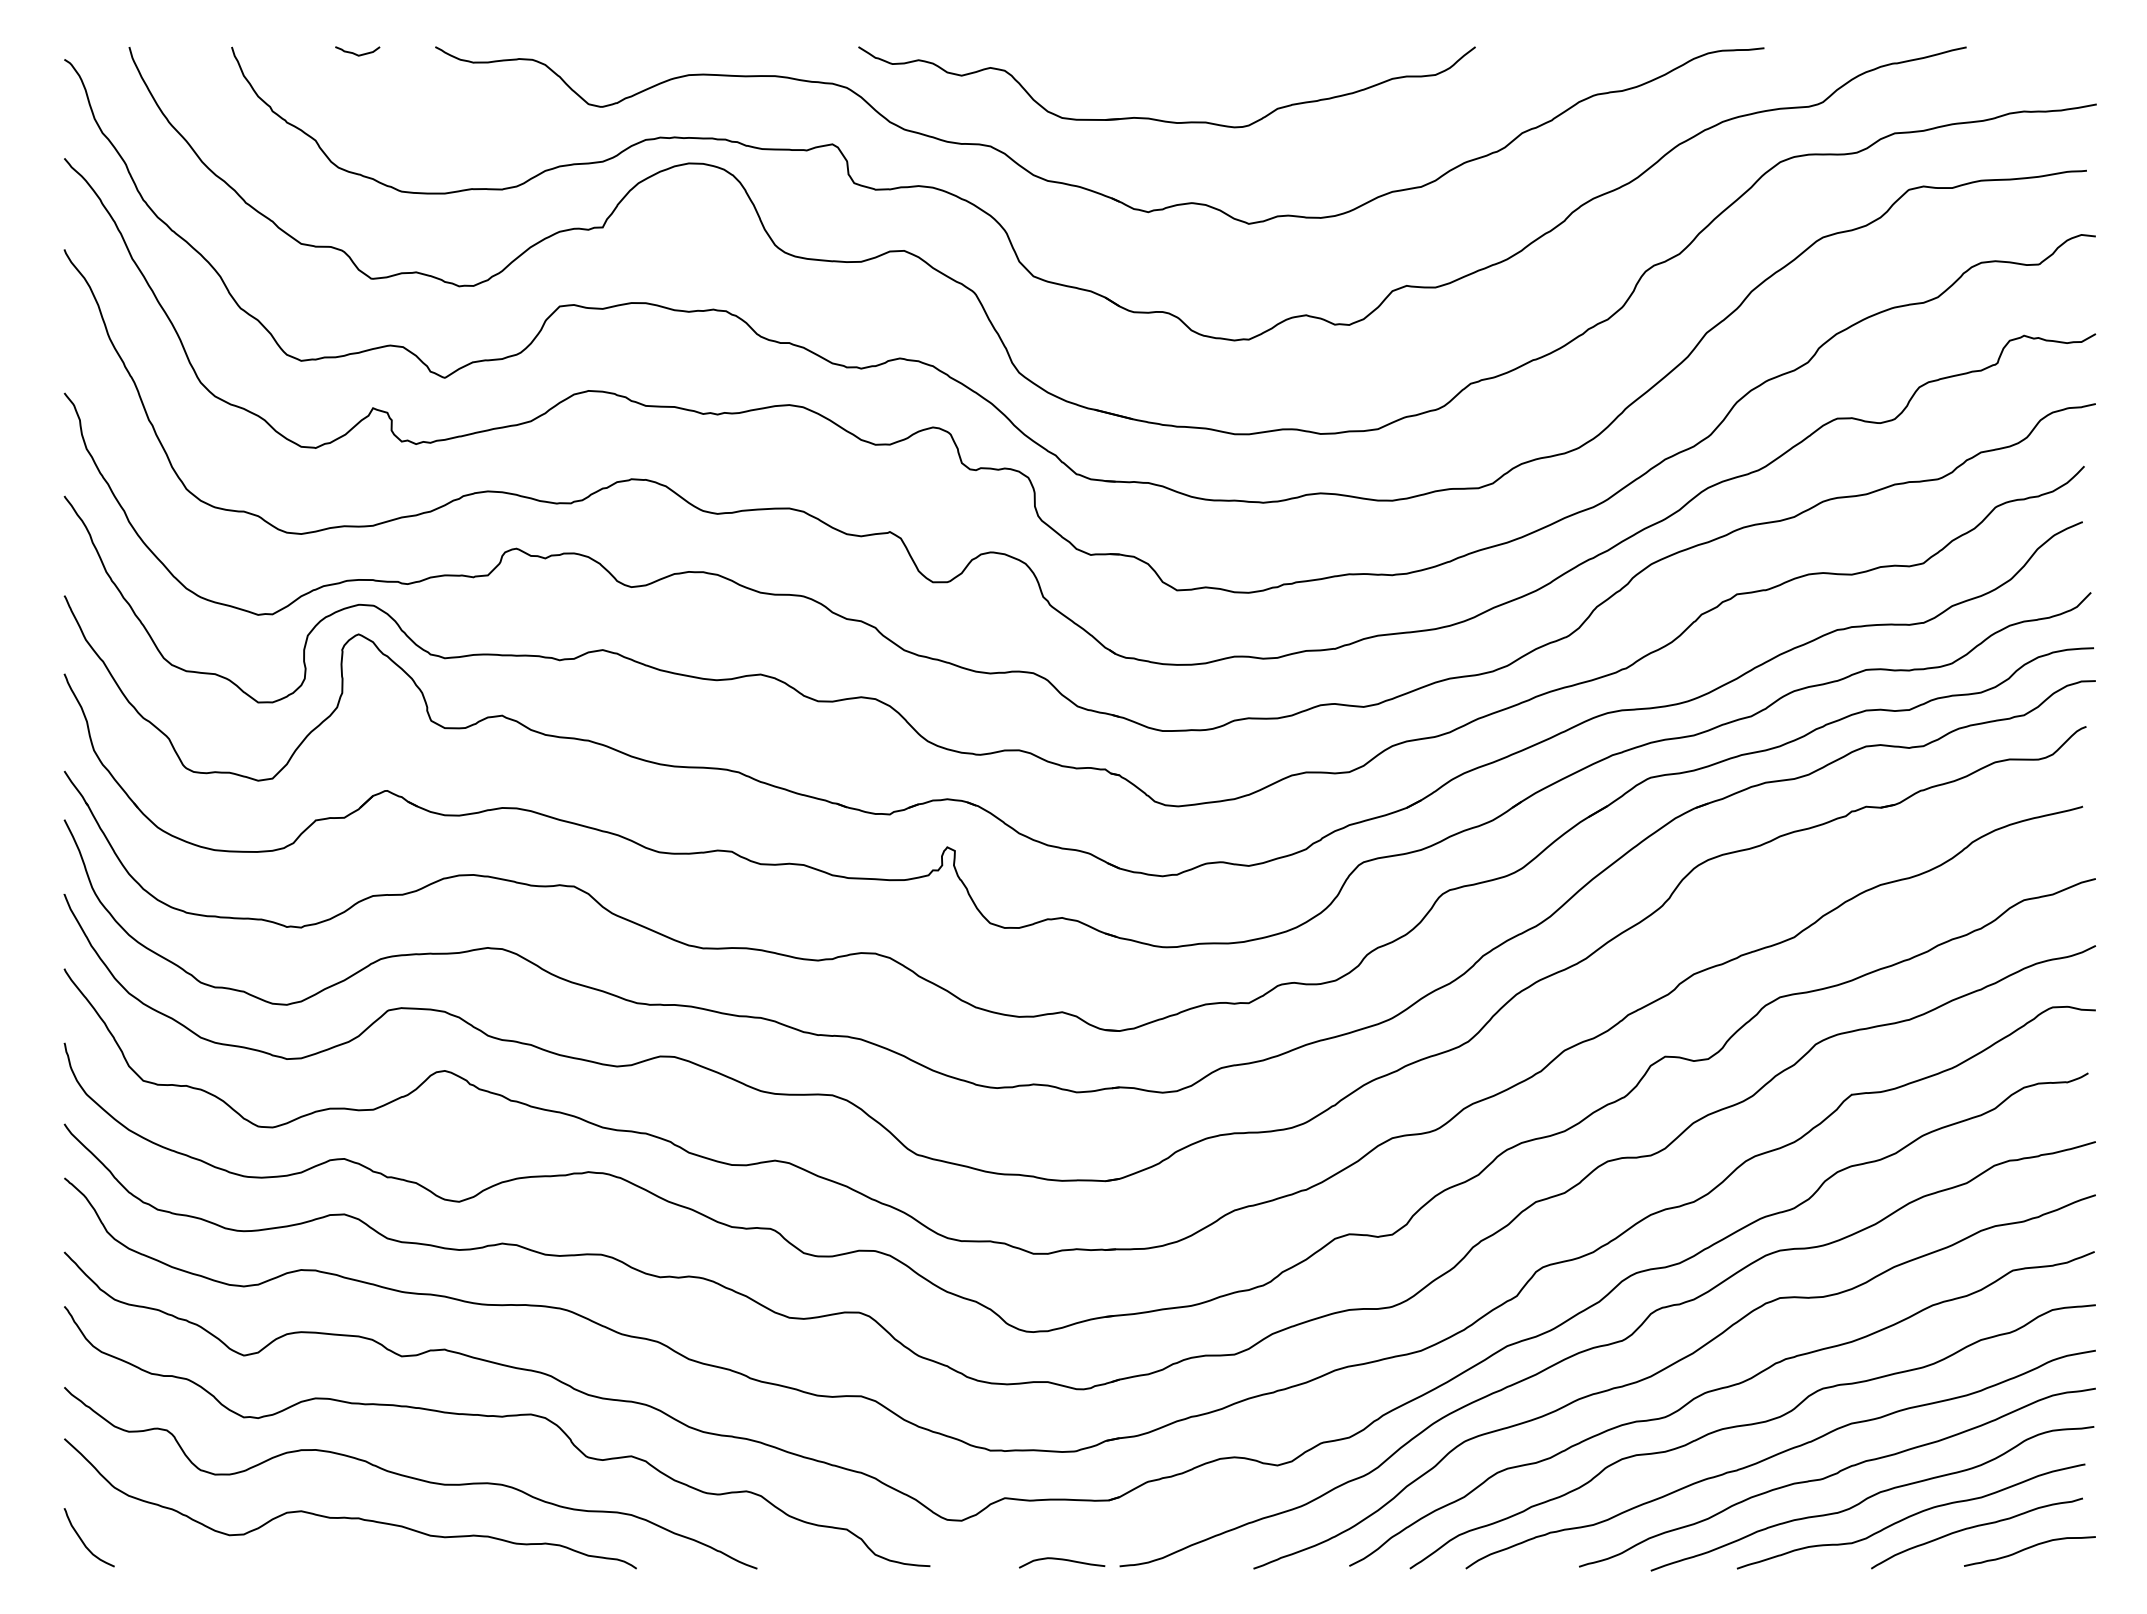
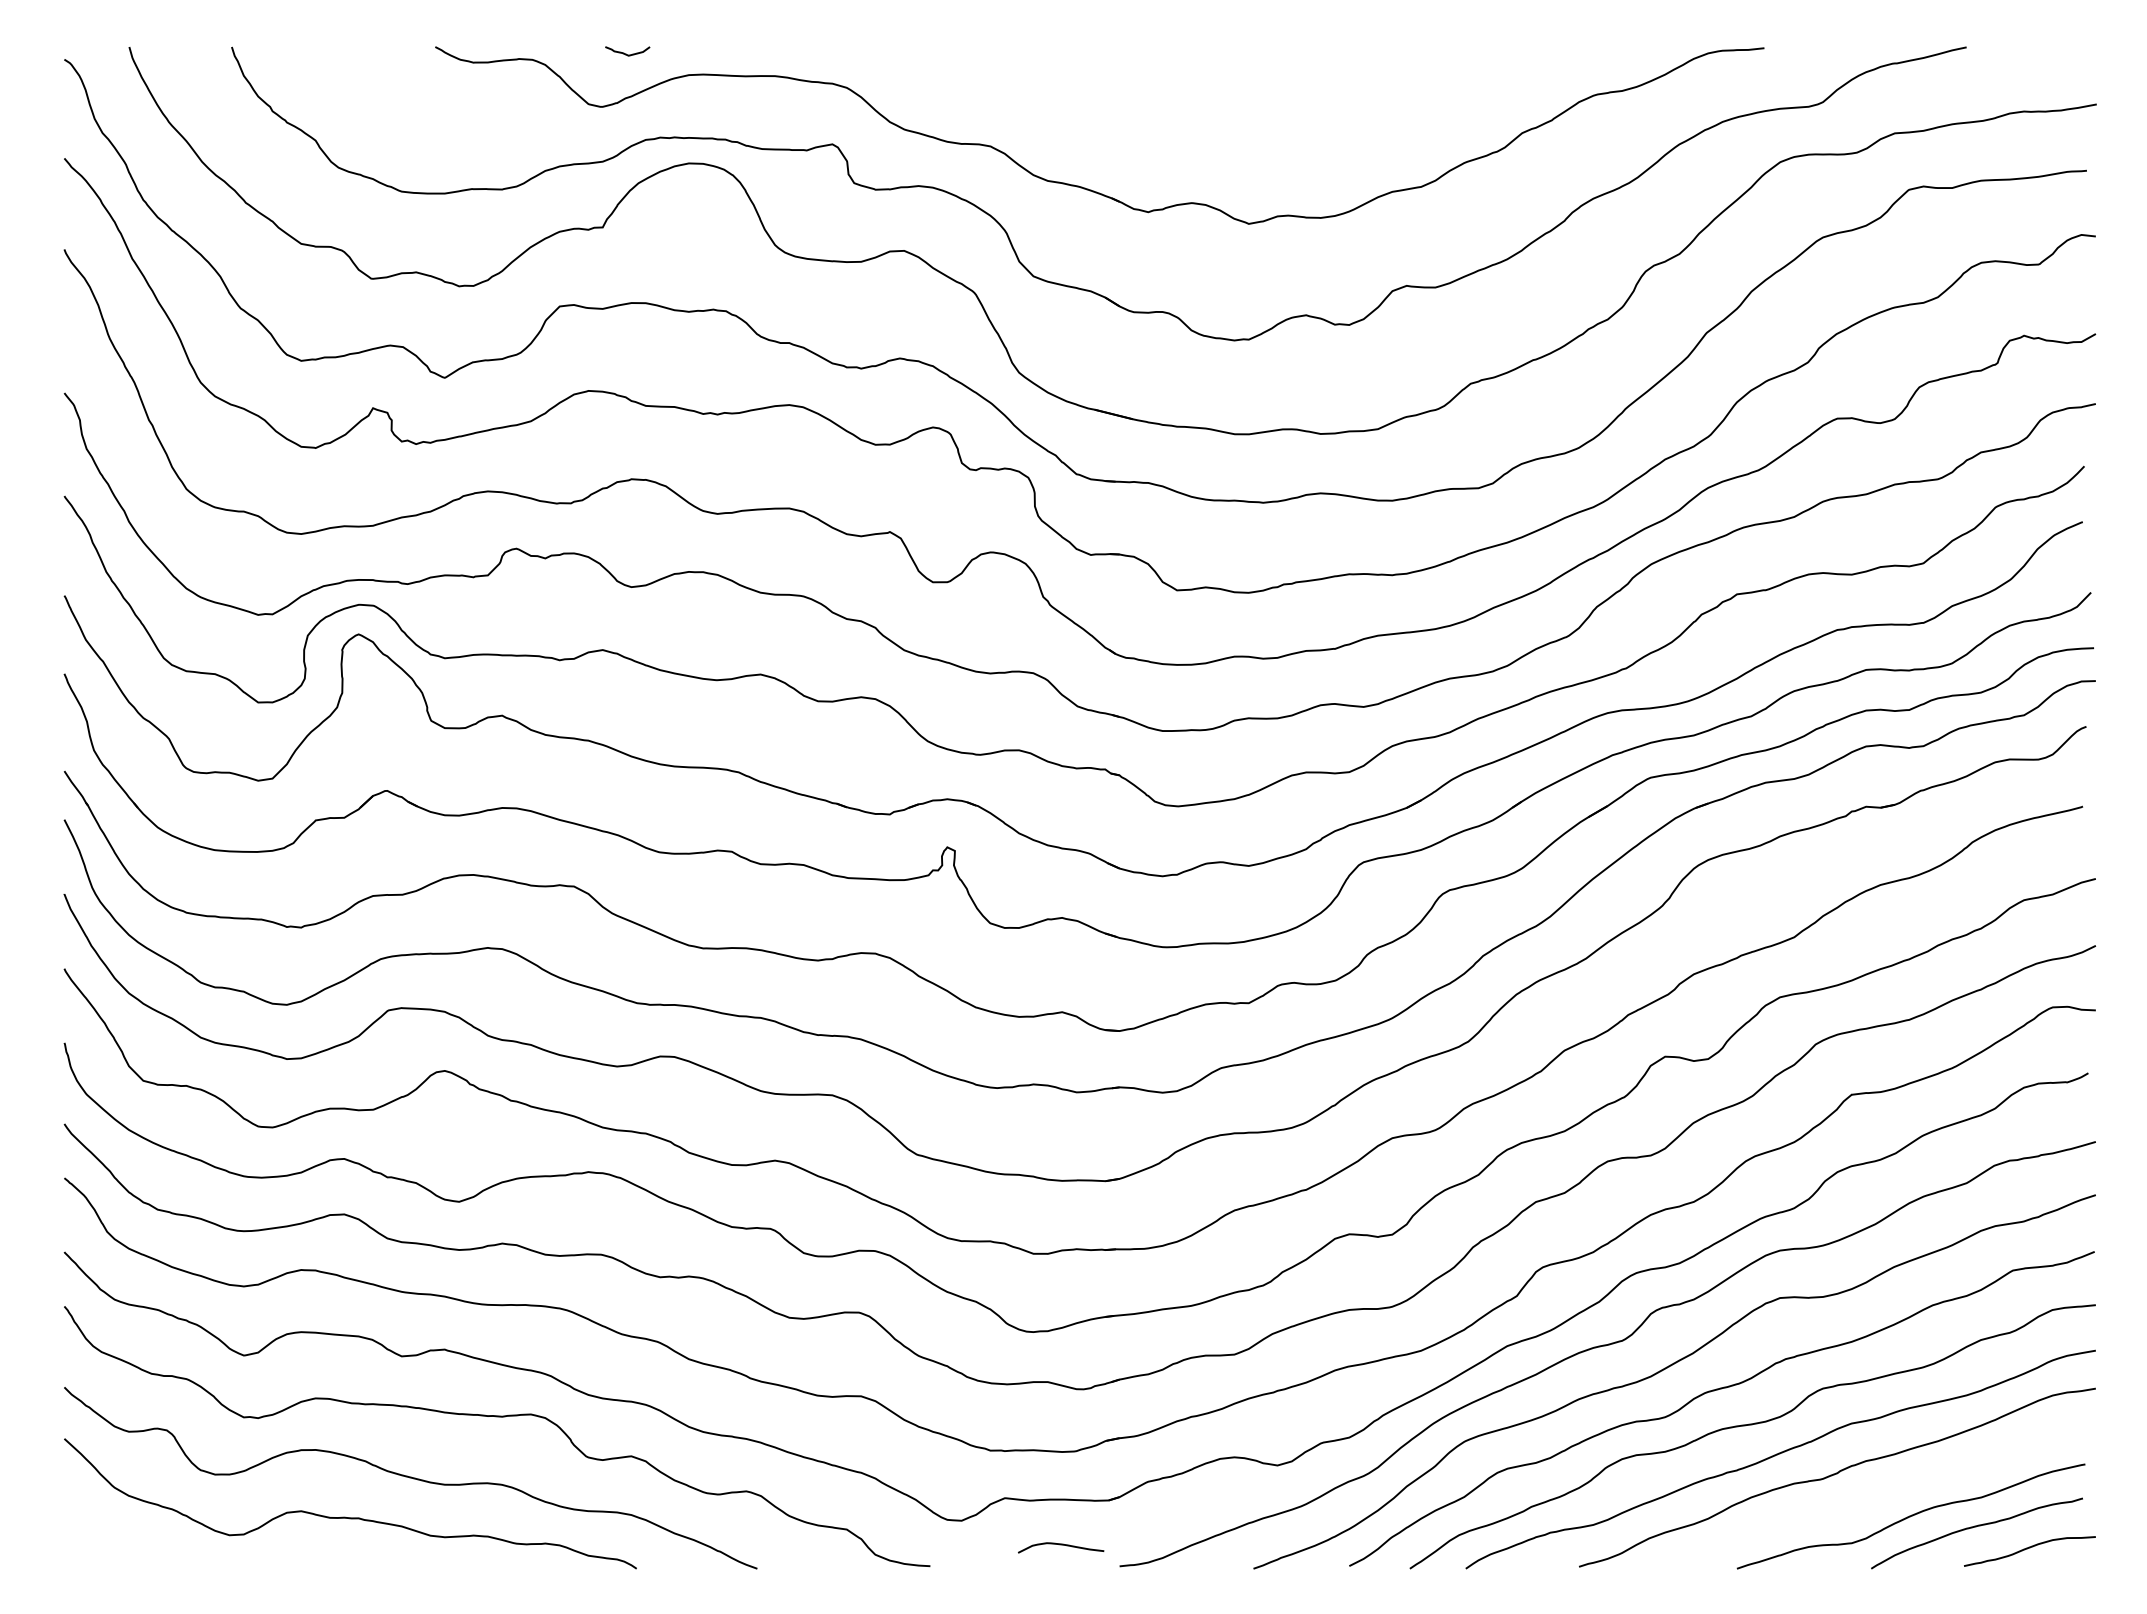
curve at (356, 53) position: (356, 53) -> (626, 53)
part at (1160, 119): present -> none
curve at (1871, 1497): present -> none
curve at (82, 1539): present -> none
curve at (1062, 1560) position: (1062, 1560) -> (1061, 1545)
